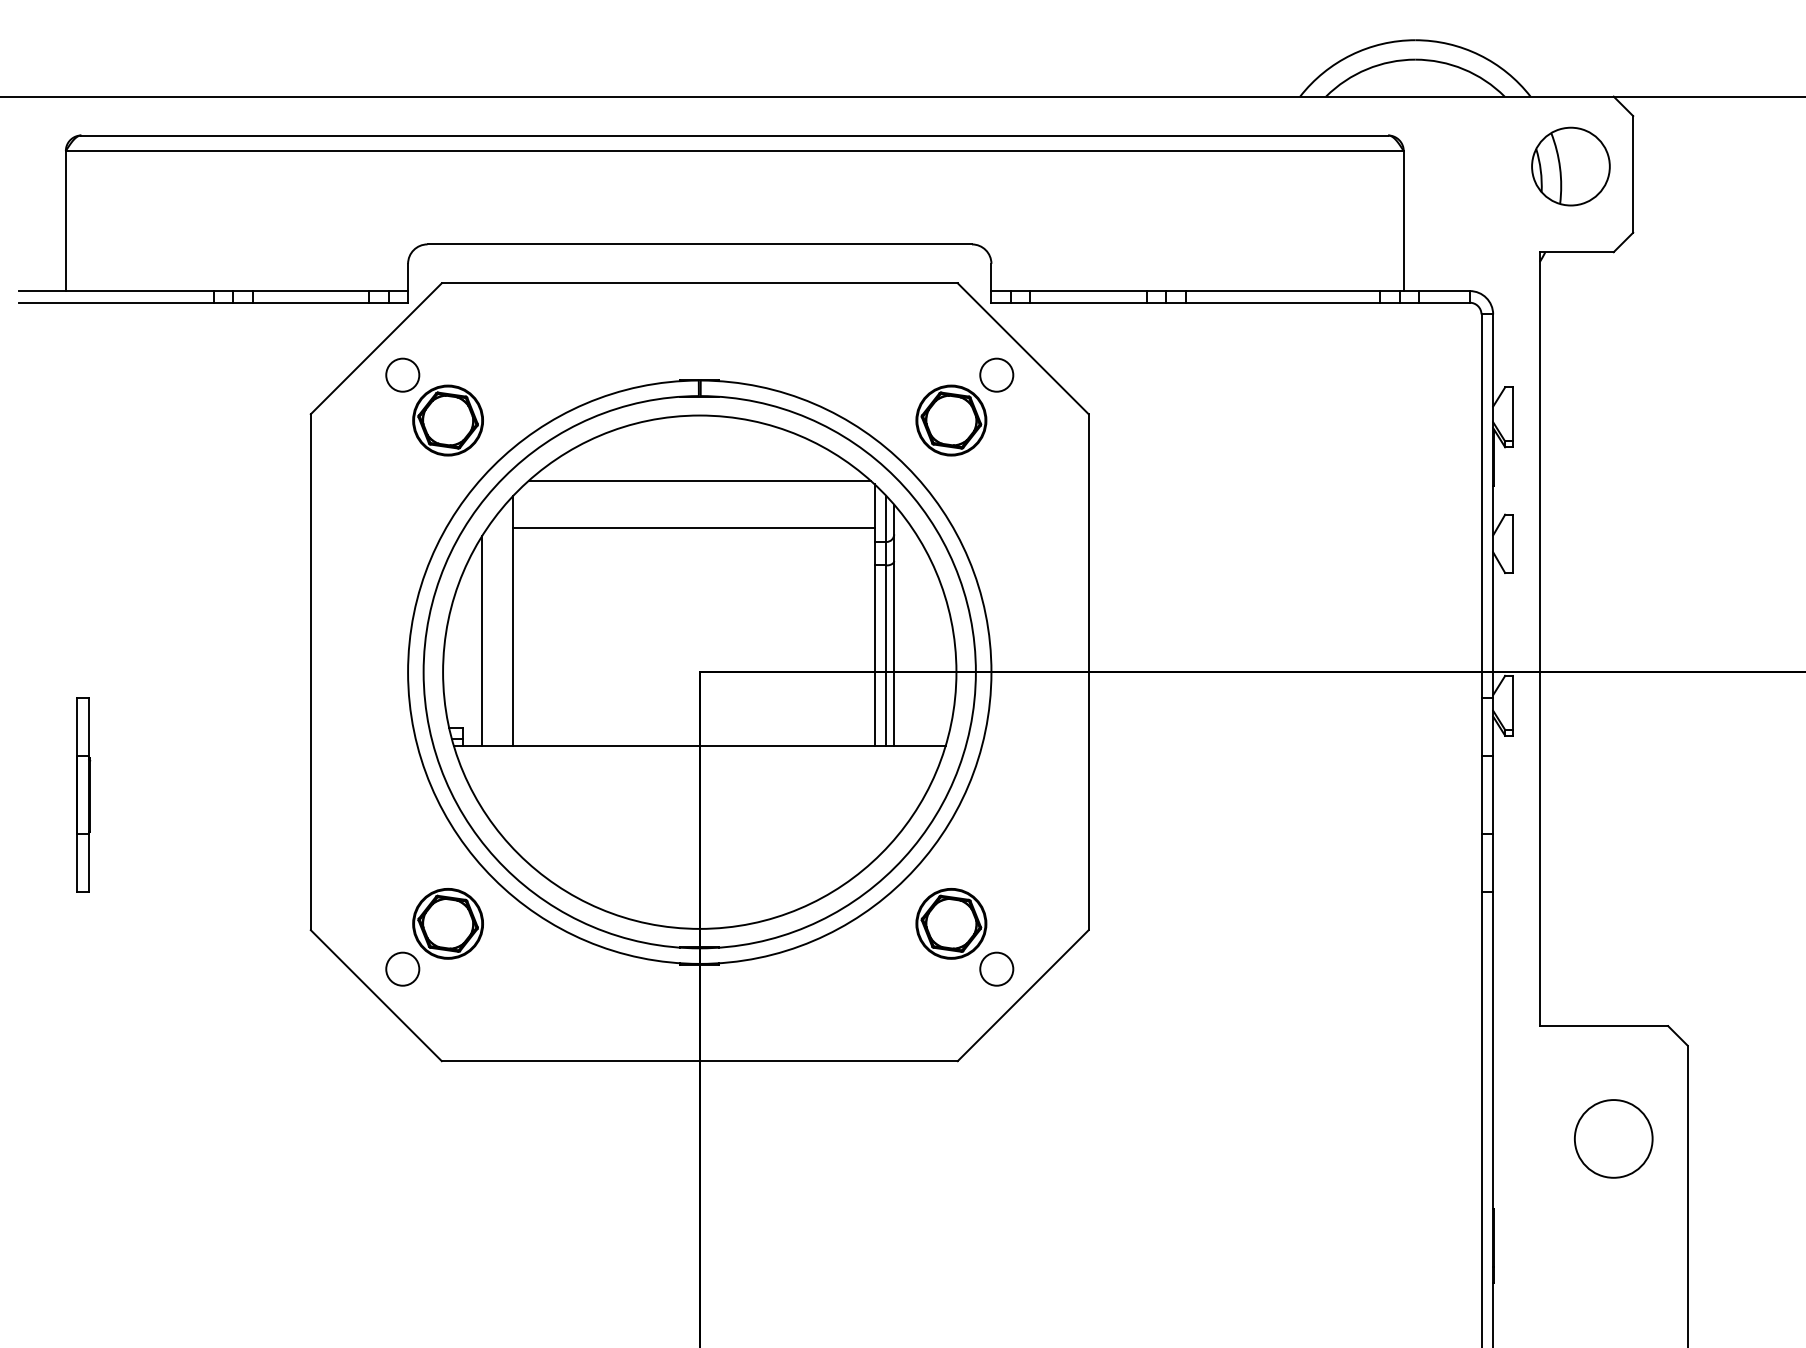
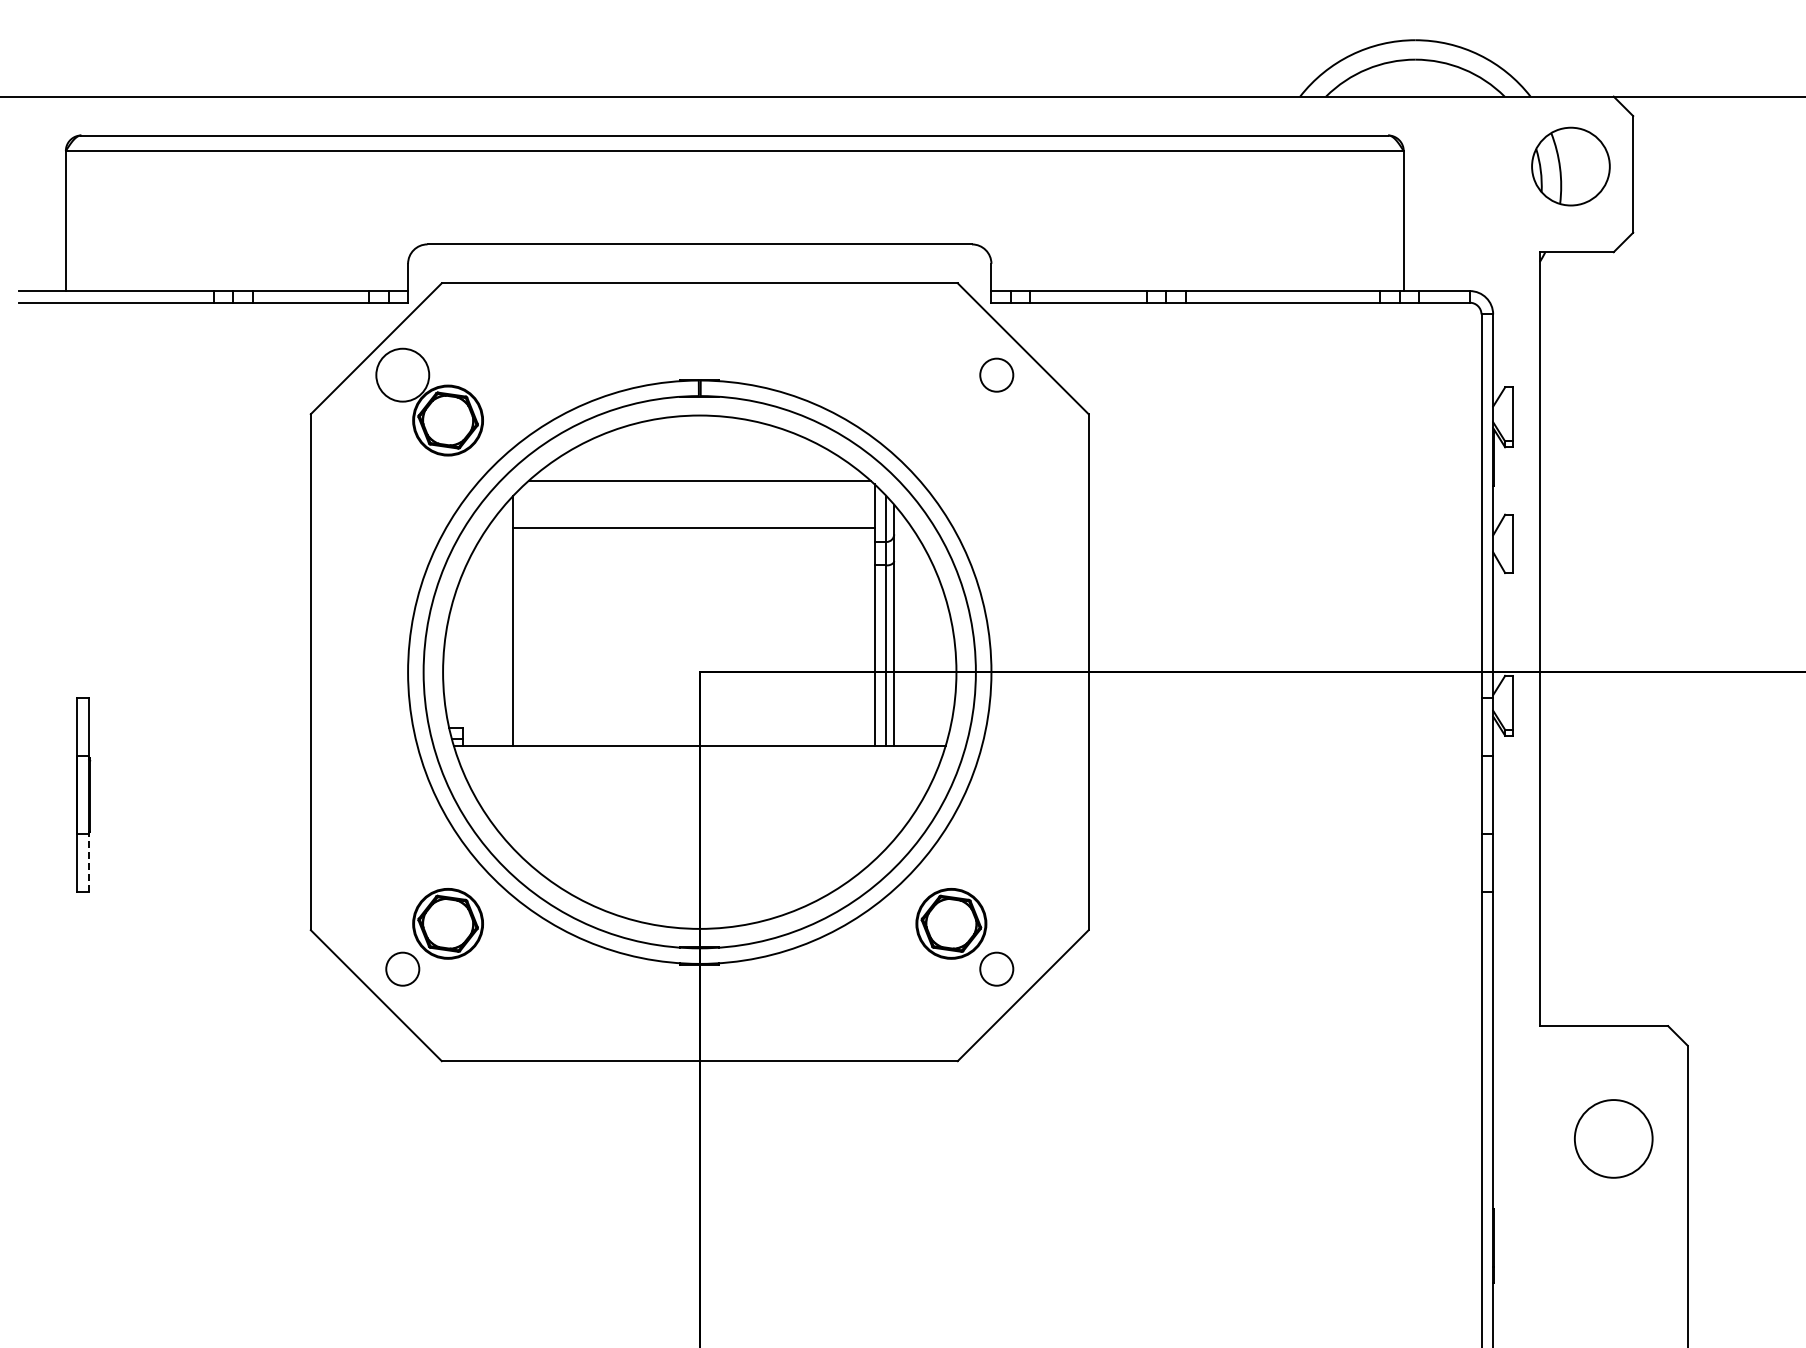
circle at (402, 374) diameter: 33 px -> 53 px
part at (951, 420): present -> none
line at (481, 640): present -> none
line at (89, 862): solid -> dashed
